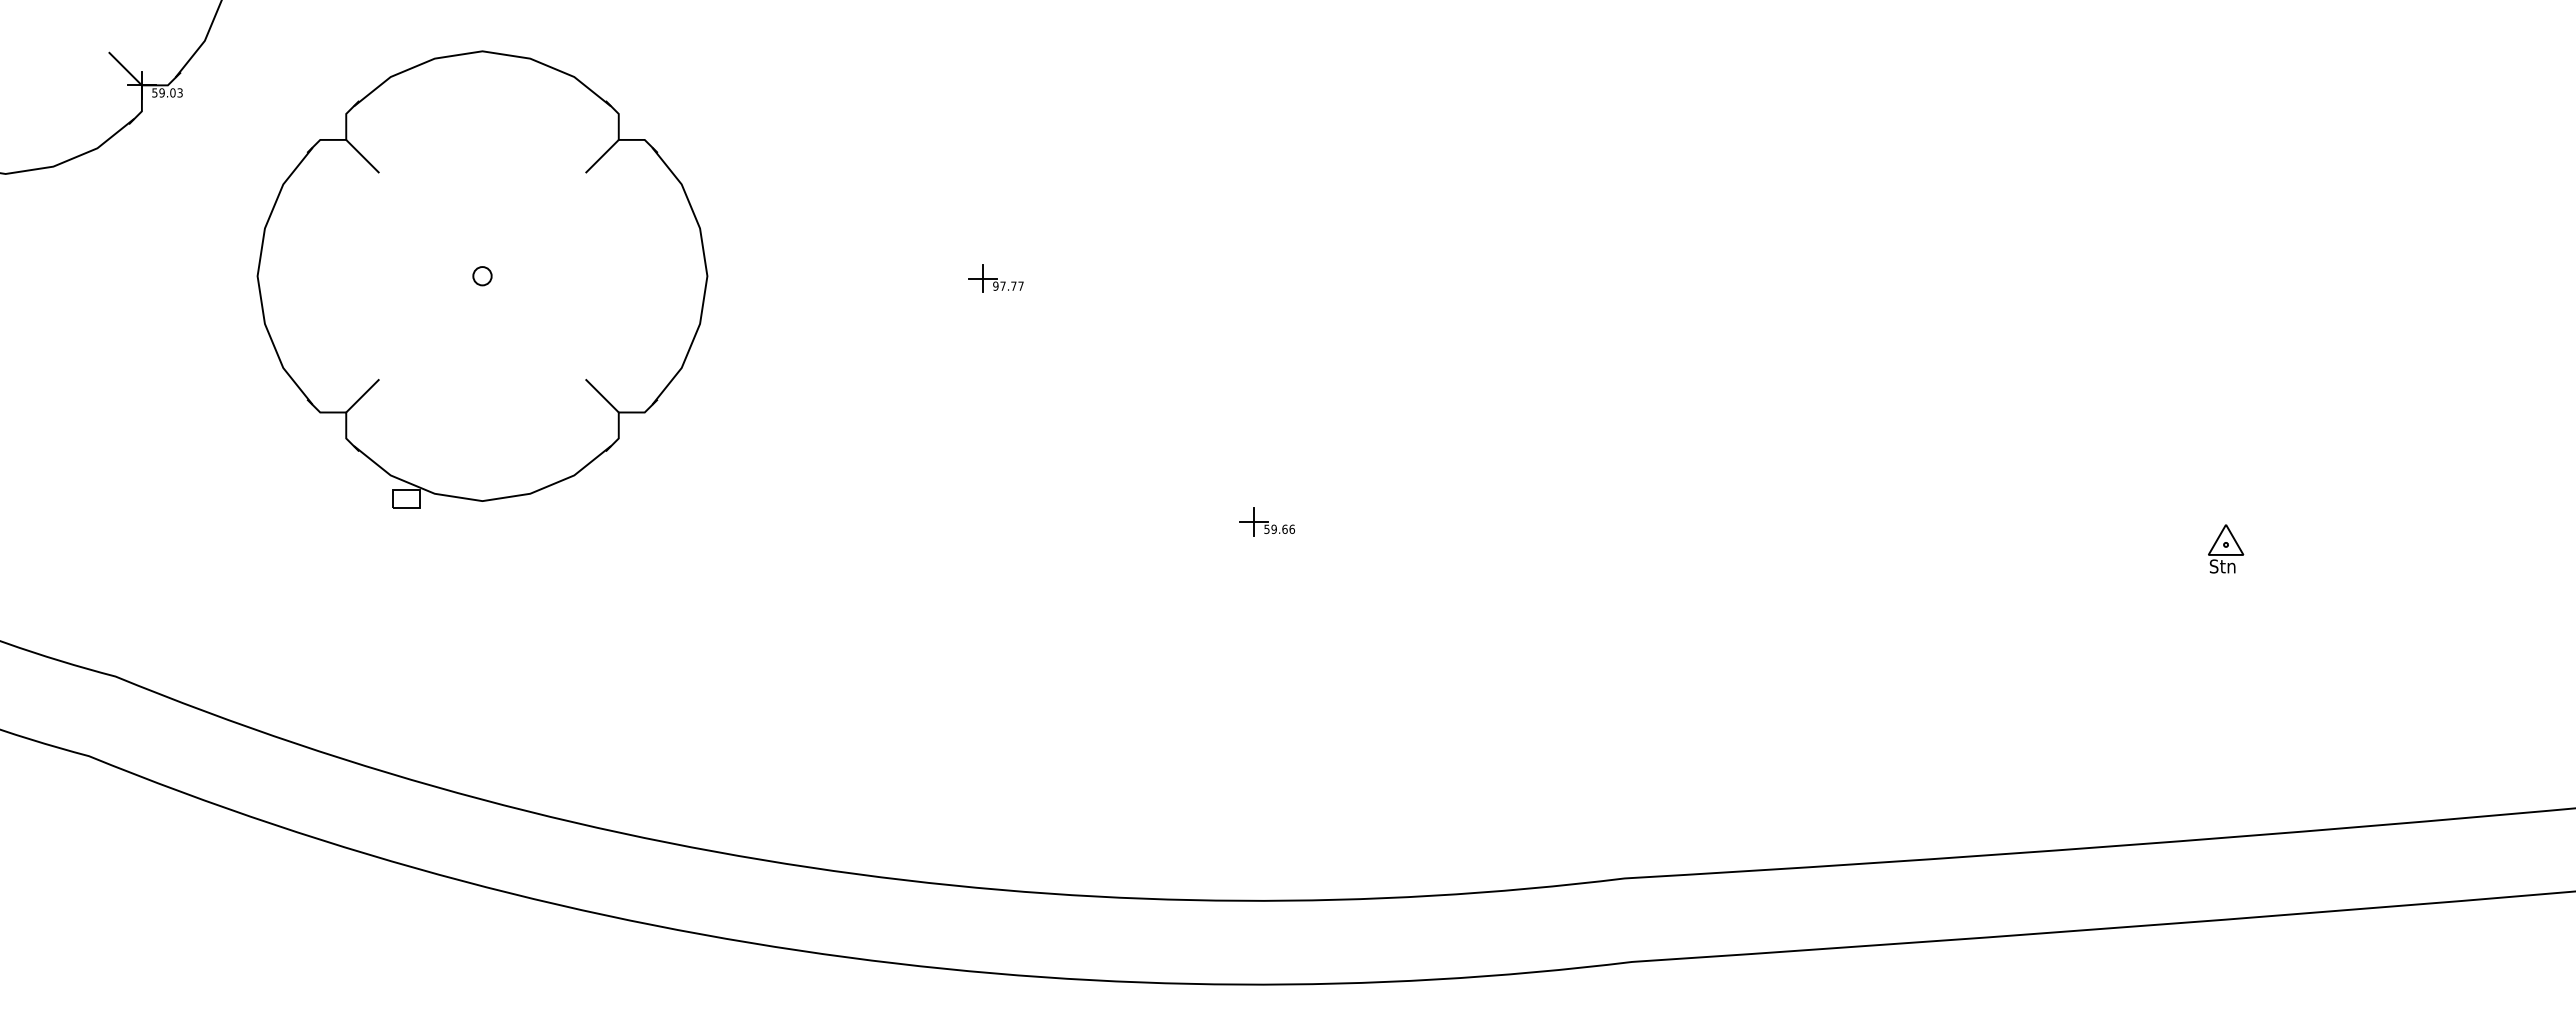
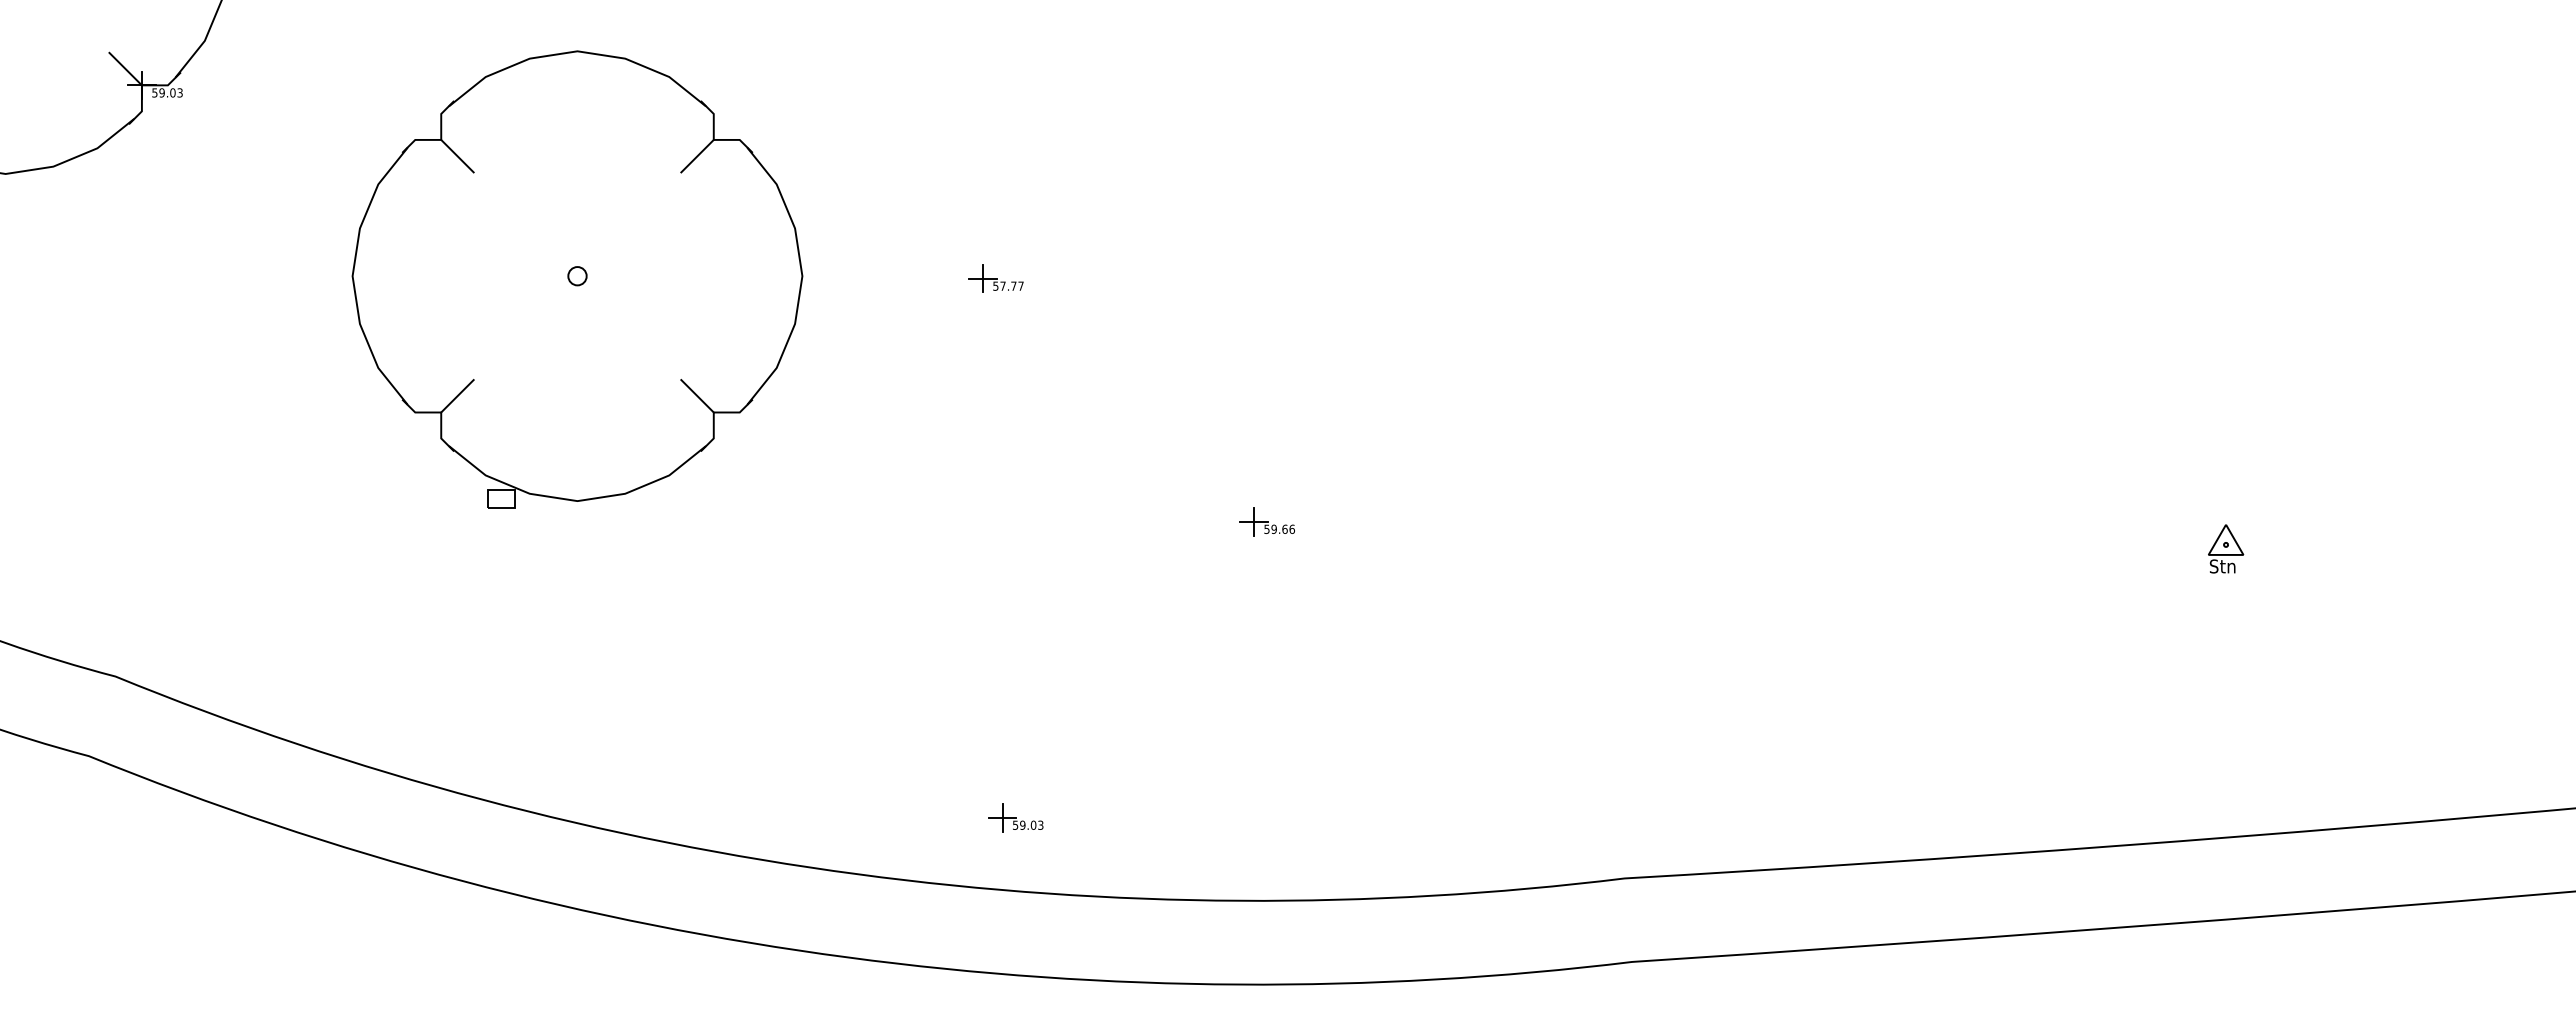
part at (482, 279) position: (482, 279) -> (577, 279)
text at (995, 285): 97.77 -> 57.77
part at (1015, 817): none -> present
